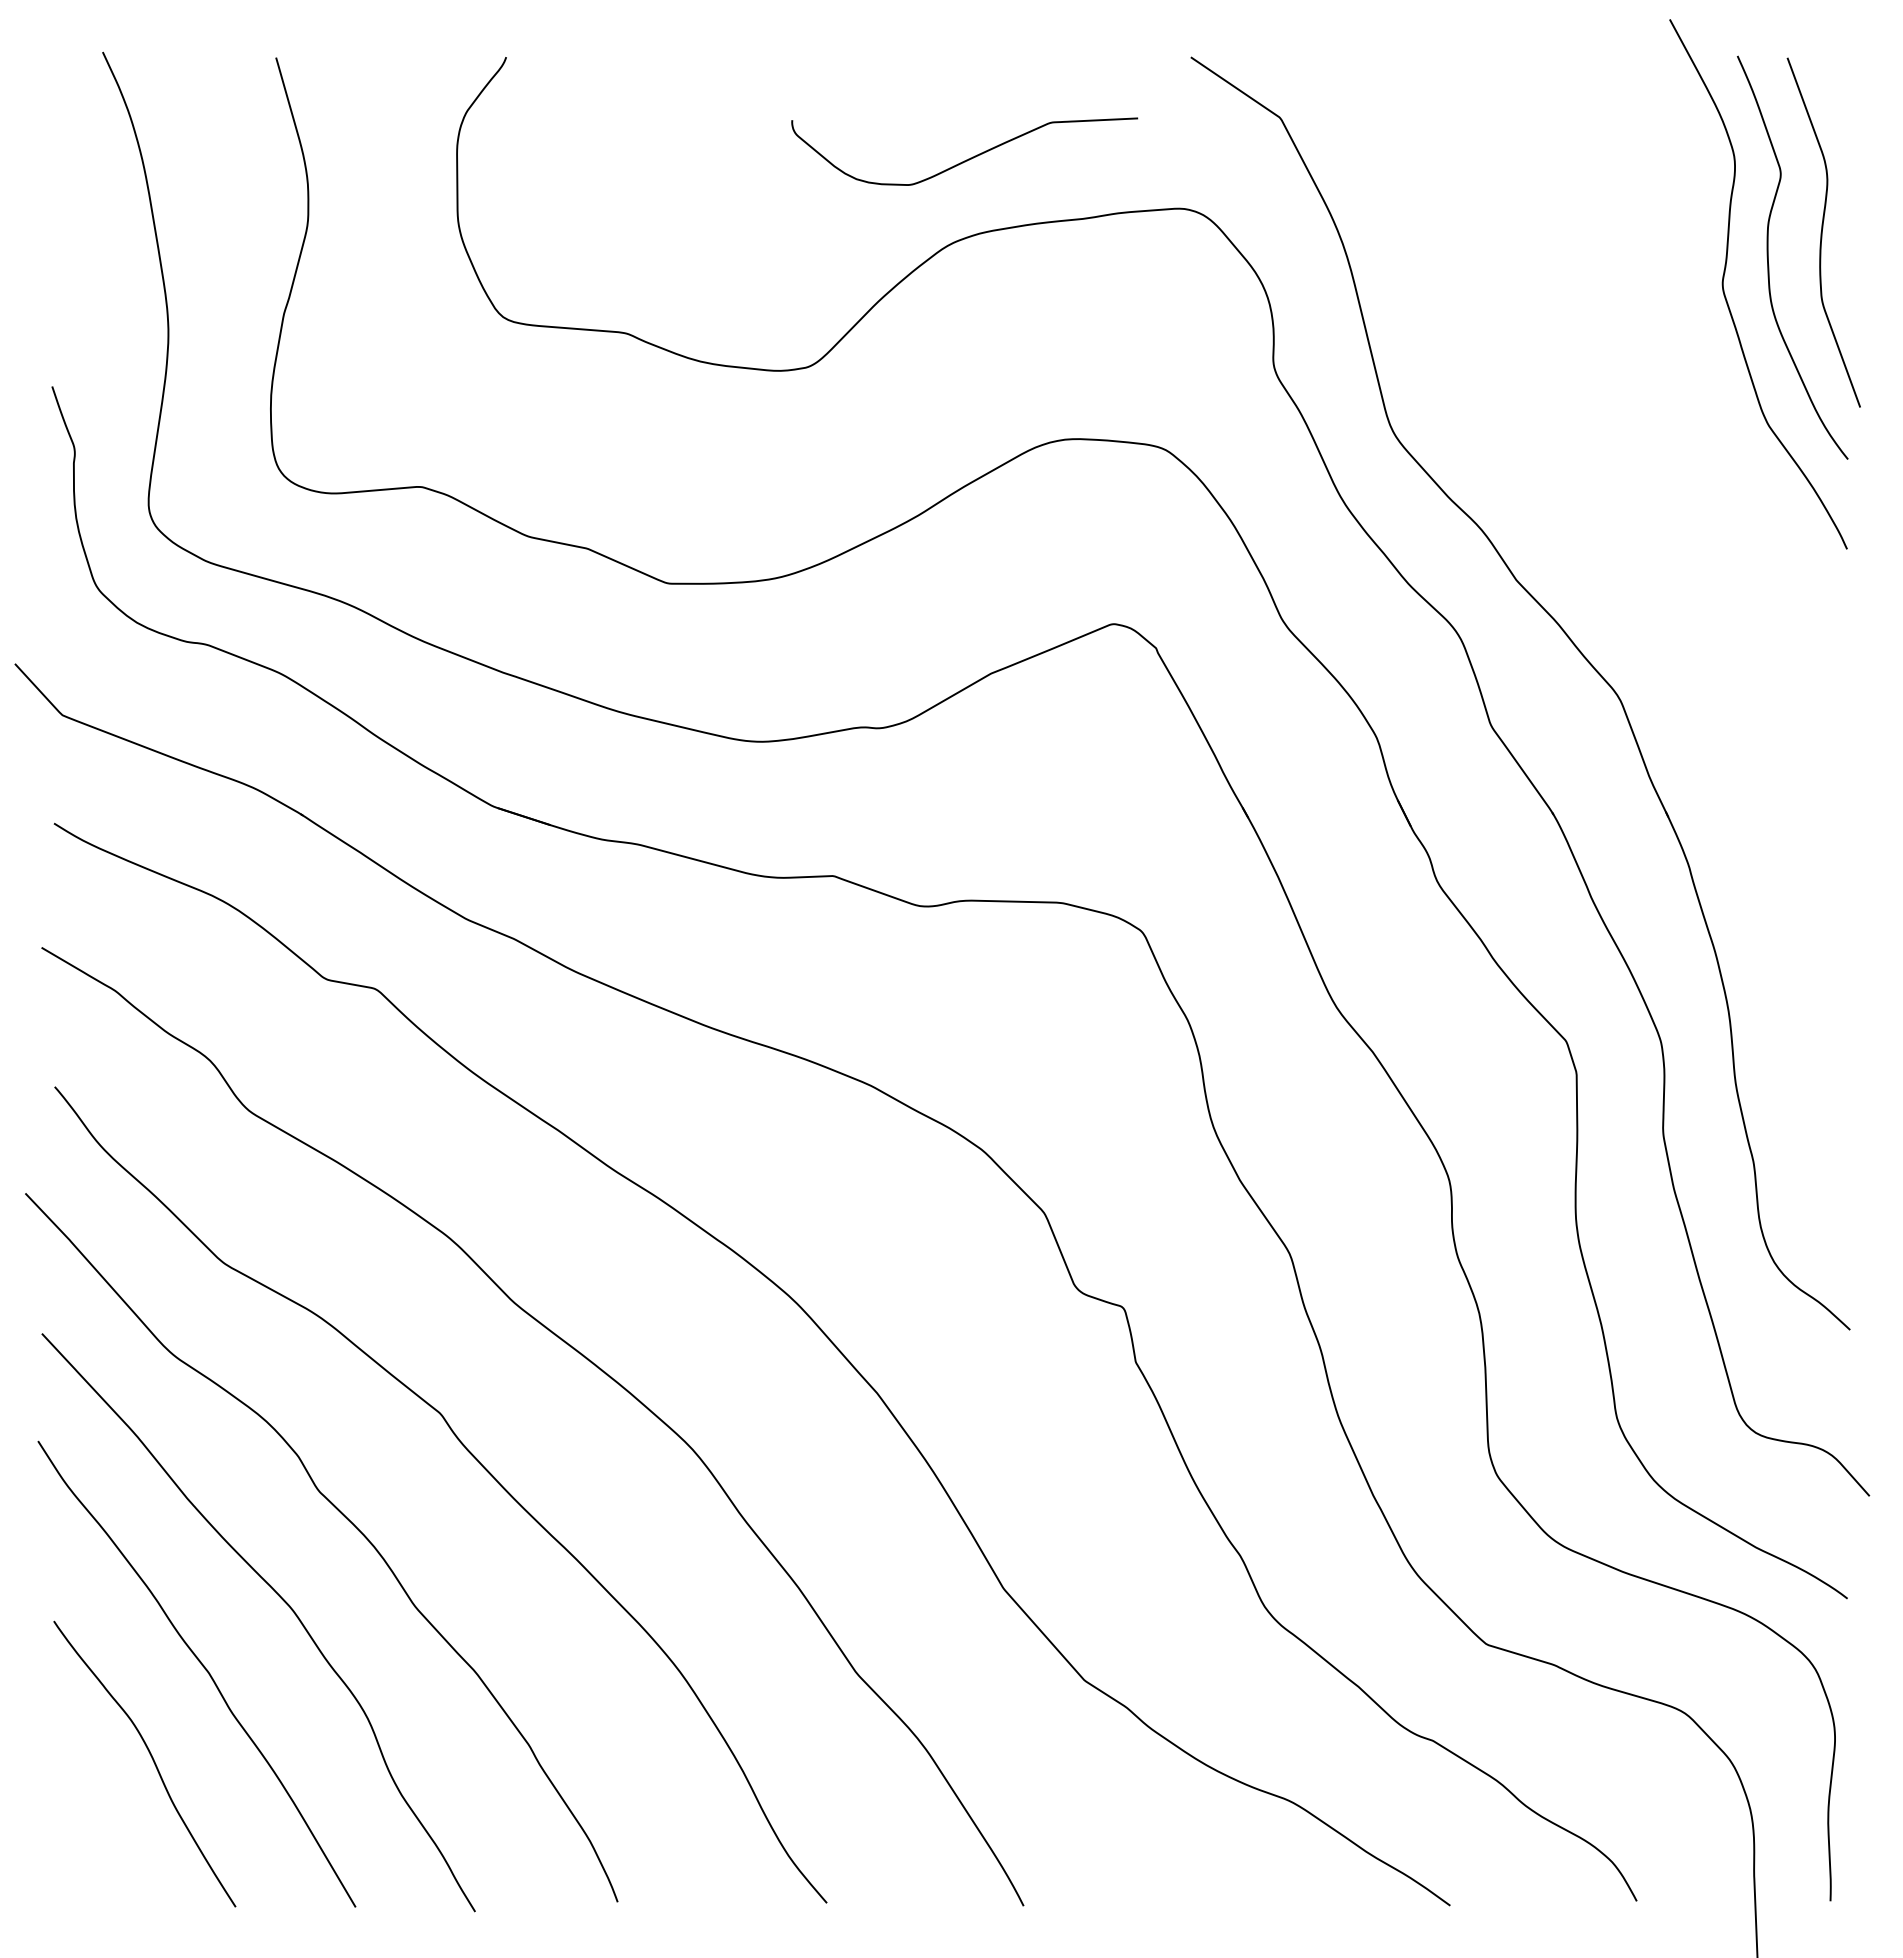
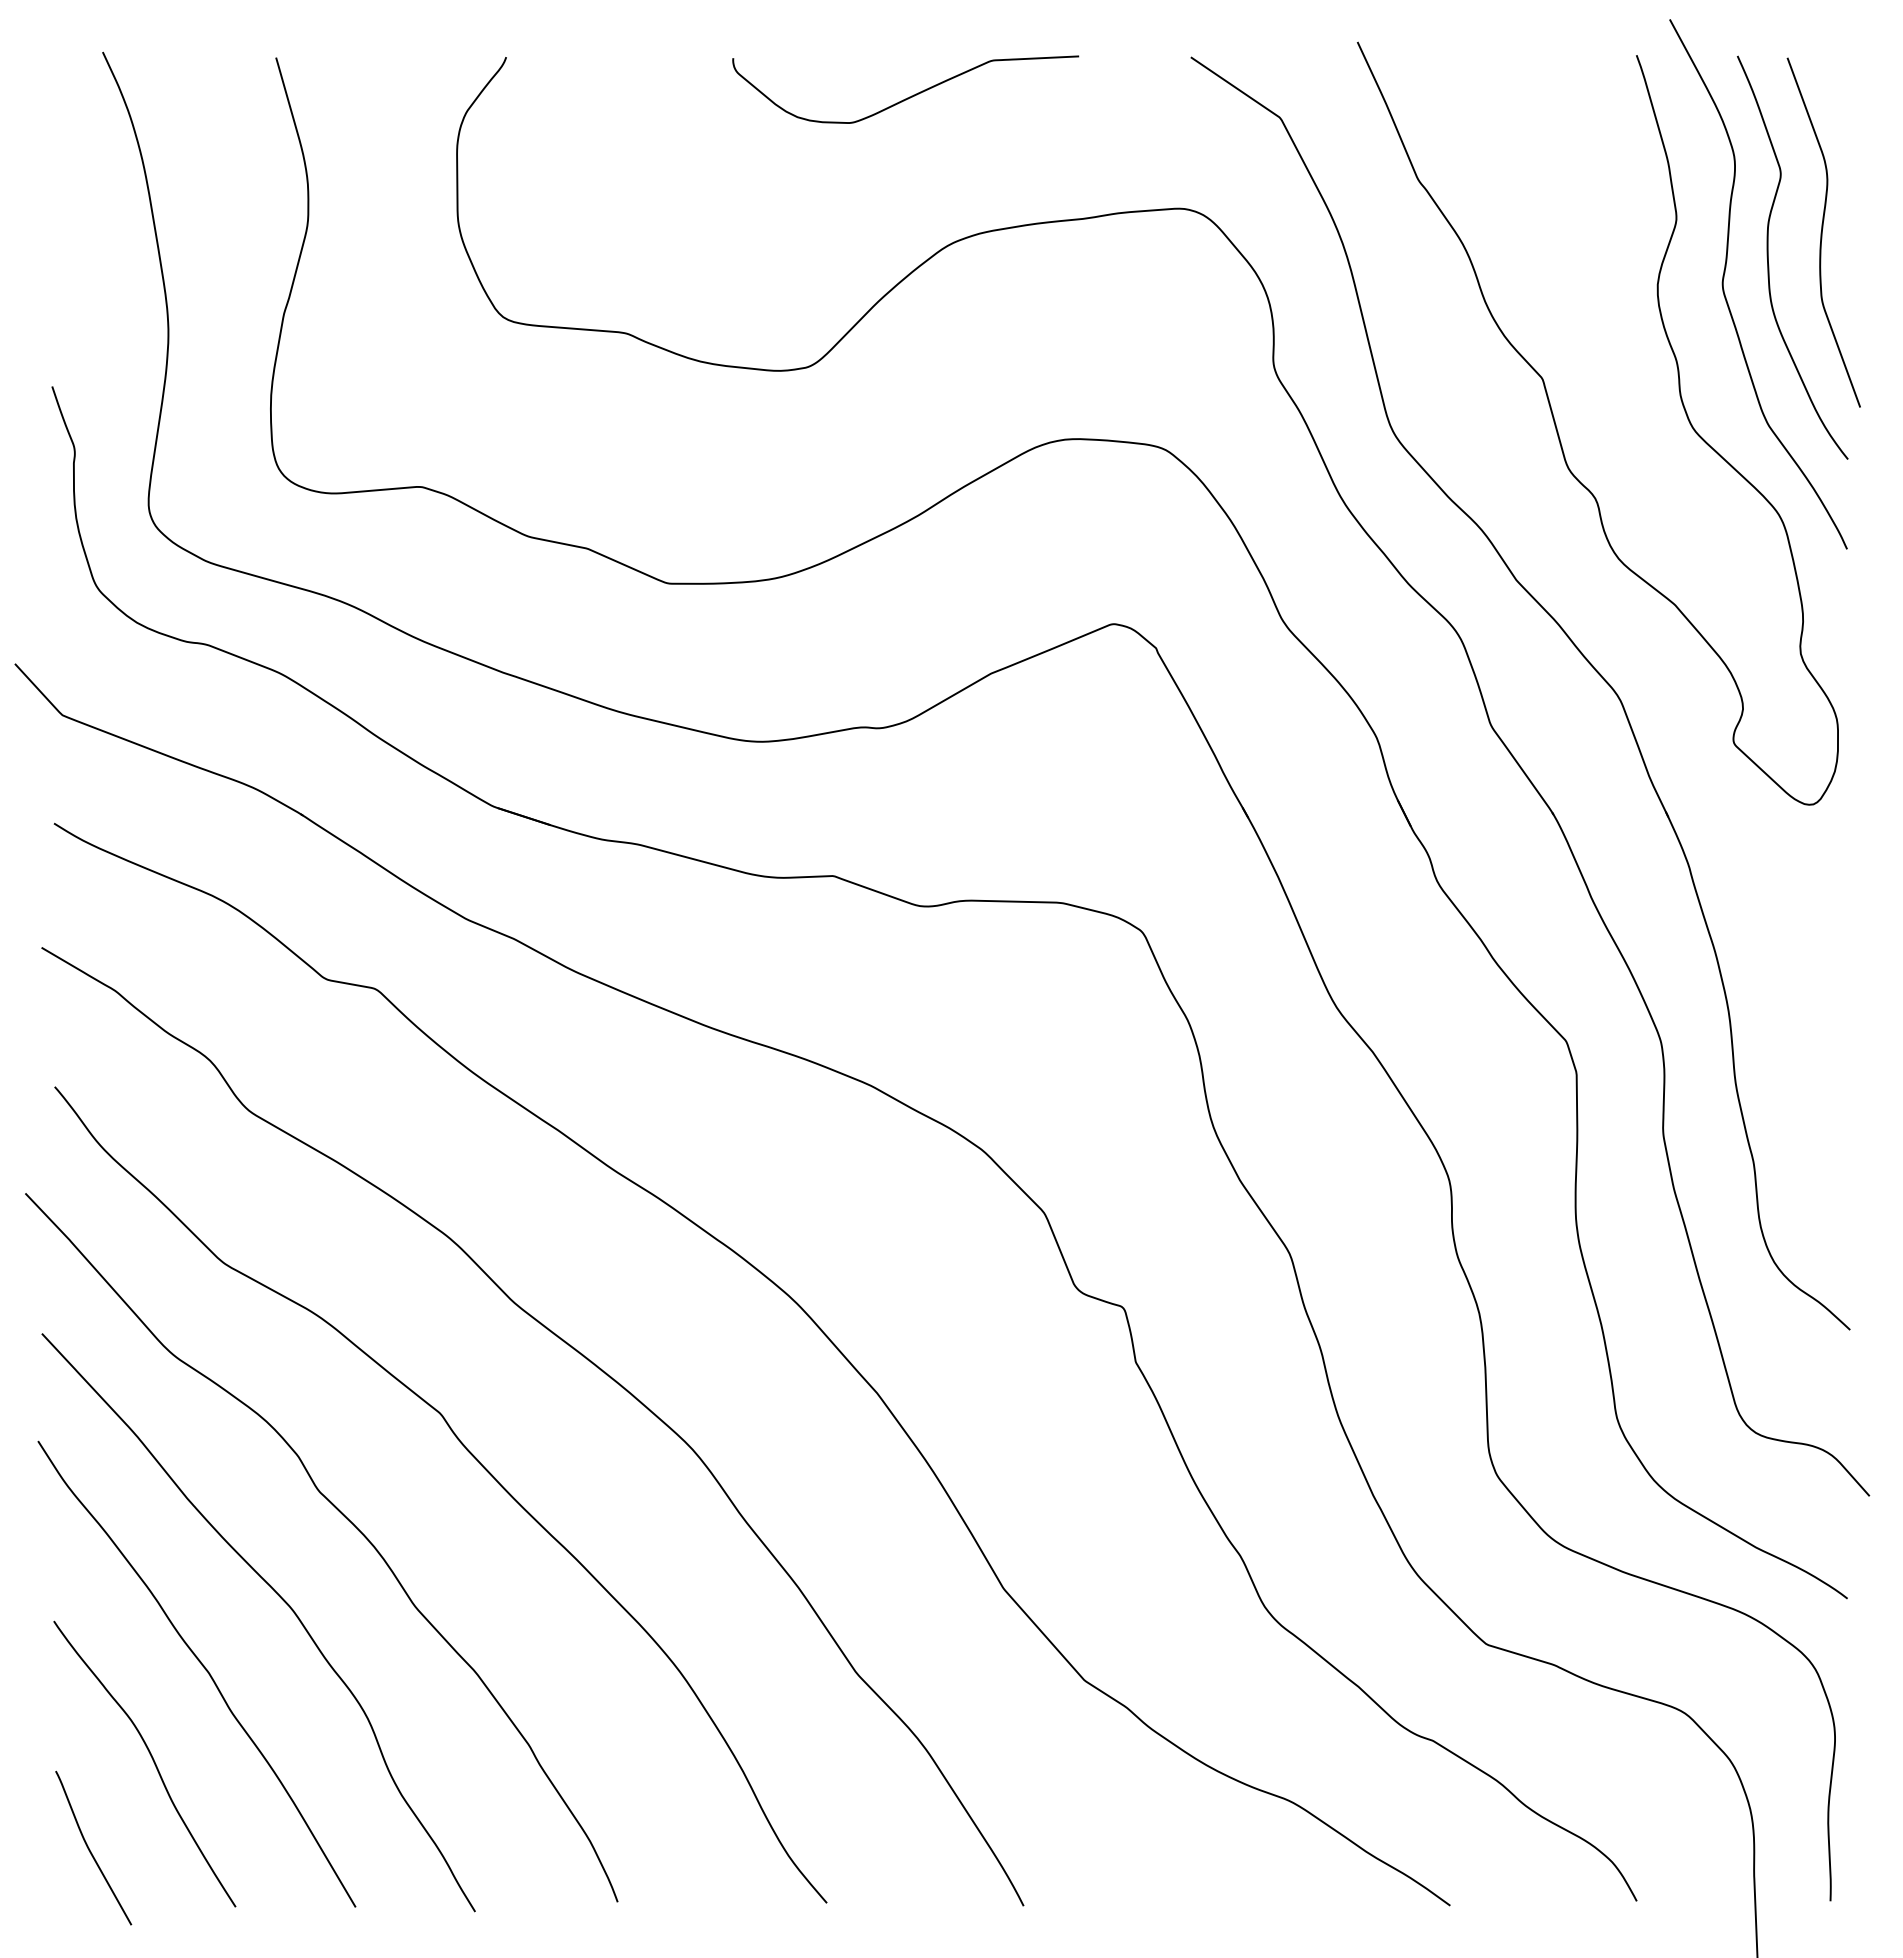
curve at (968, 158) position: (968, 158) -> (909, 96)
curve at (1558, 431): none -> present
curve at (90, 1849): none -> present
